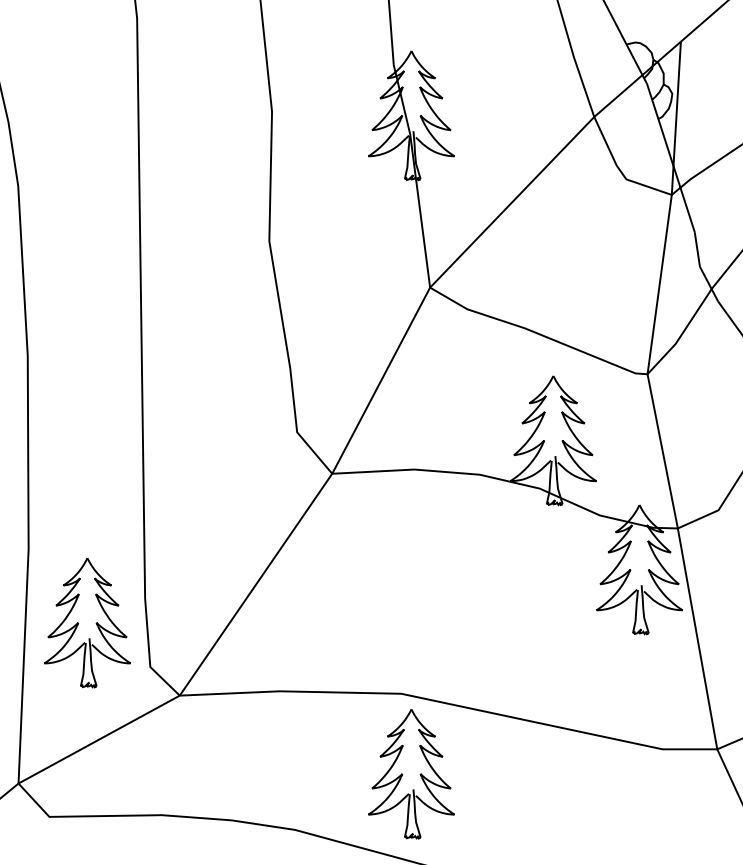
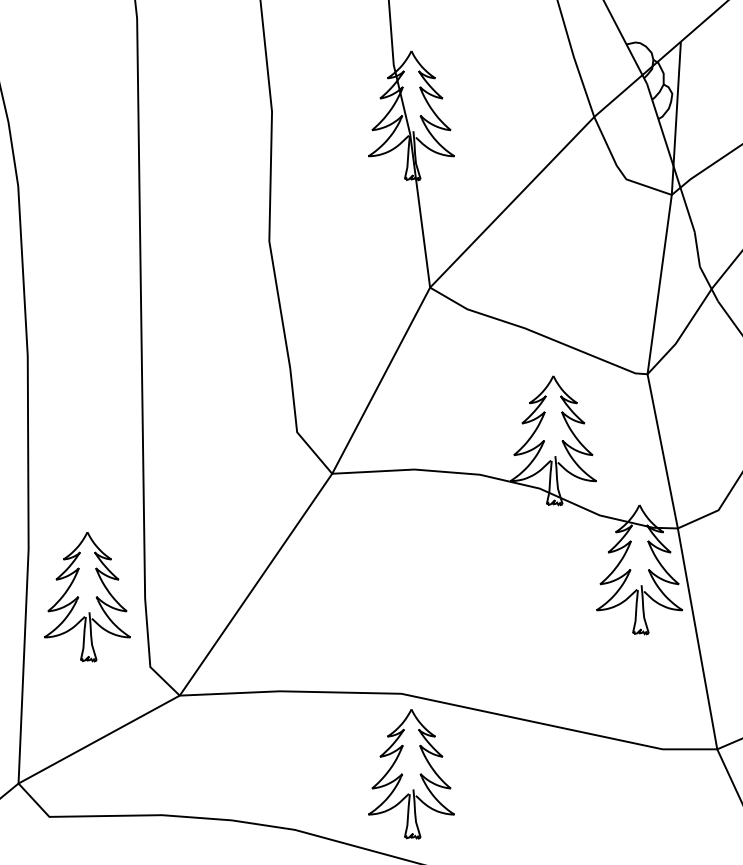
part at (87, 623) position: (87, 623) -> (87, 597)
